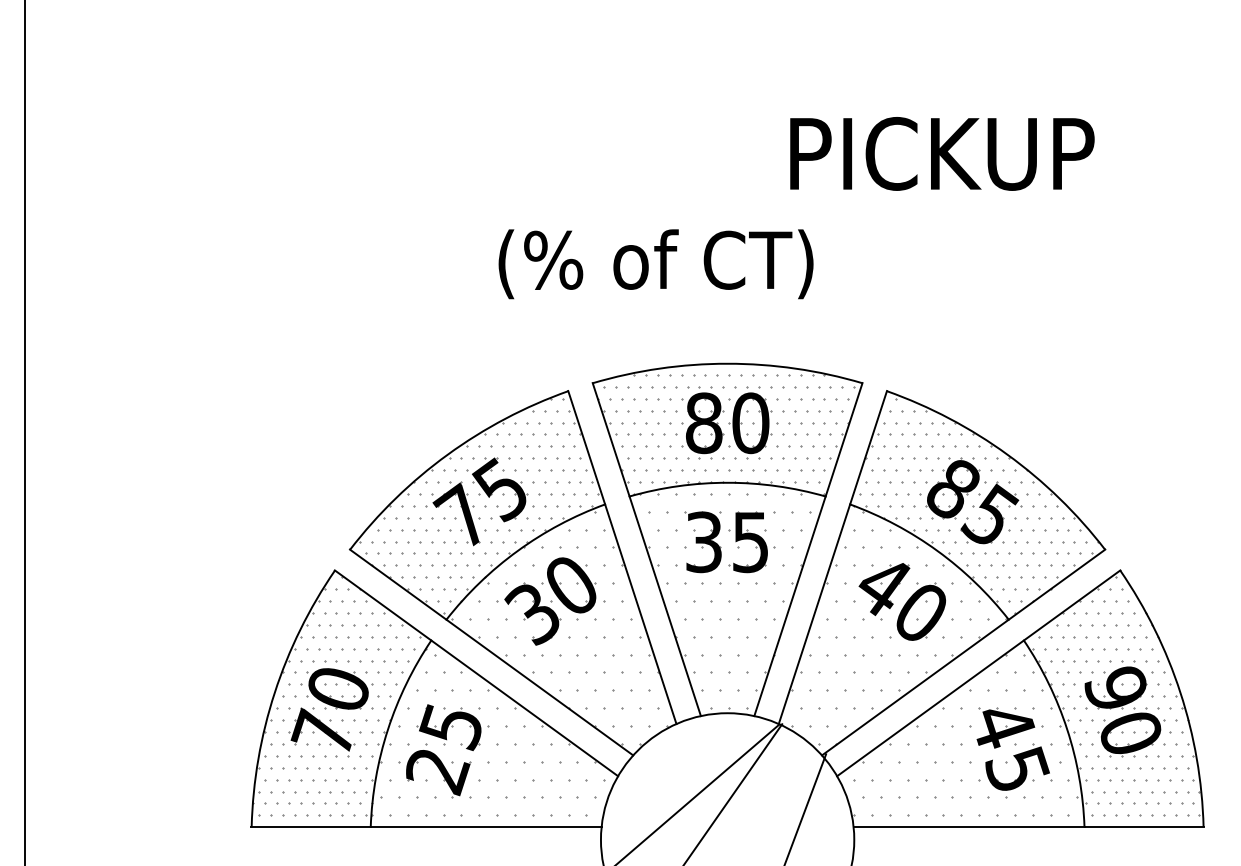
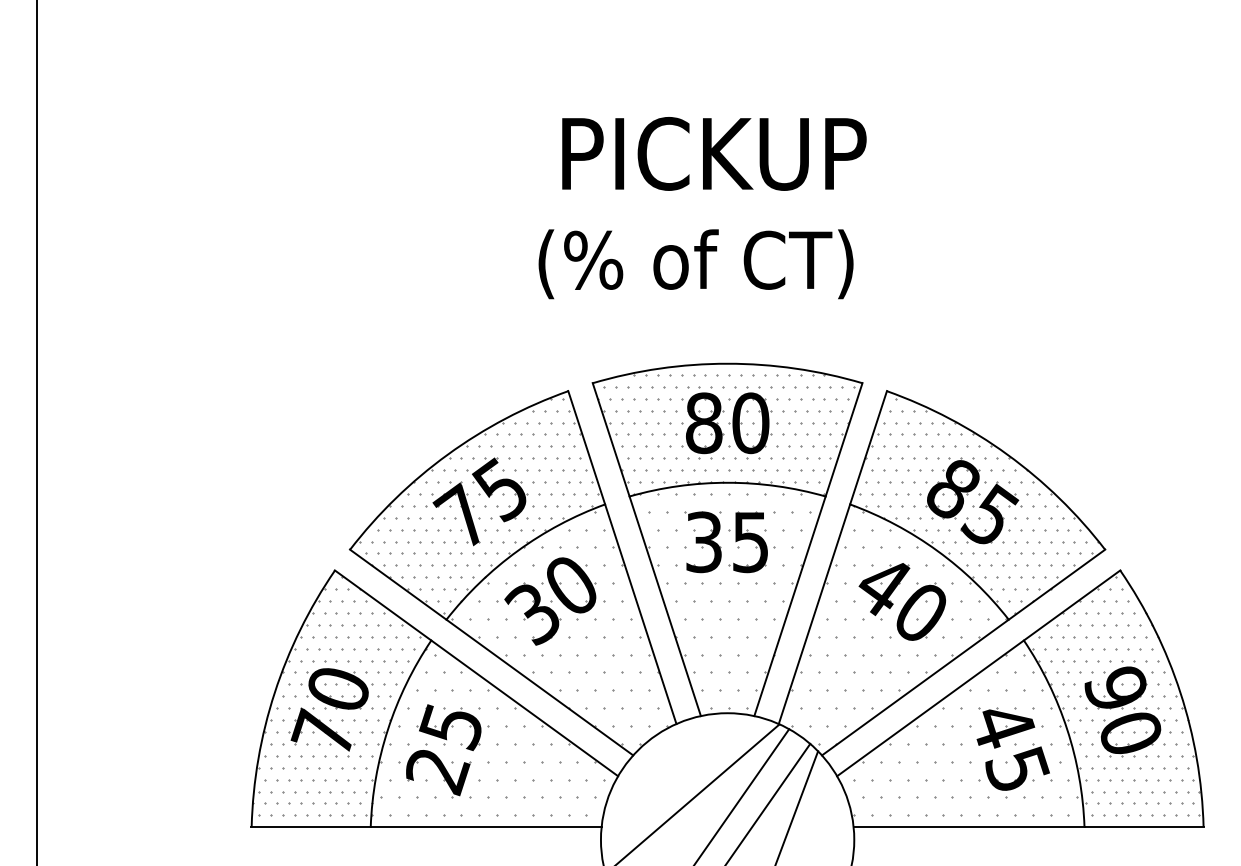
text at (942, 153) position: (942, 153) -> (714, 153)
text at (655, 264) position: (655, 264) -> (695, 264)
line at (25, 432) position: (25, 432) -> (37, 432)
line at (733, 793) position: (733, 793) -> (742, 795)
line at (768, 802): none -> present
line at (805, 808) position: (805, 808) -> (797, 806)
